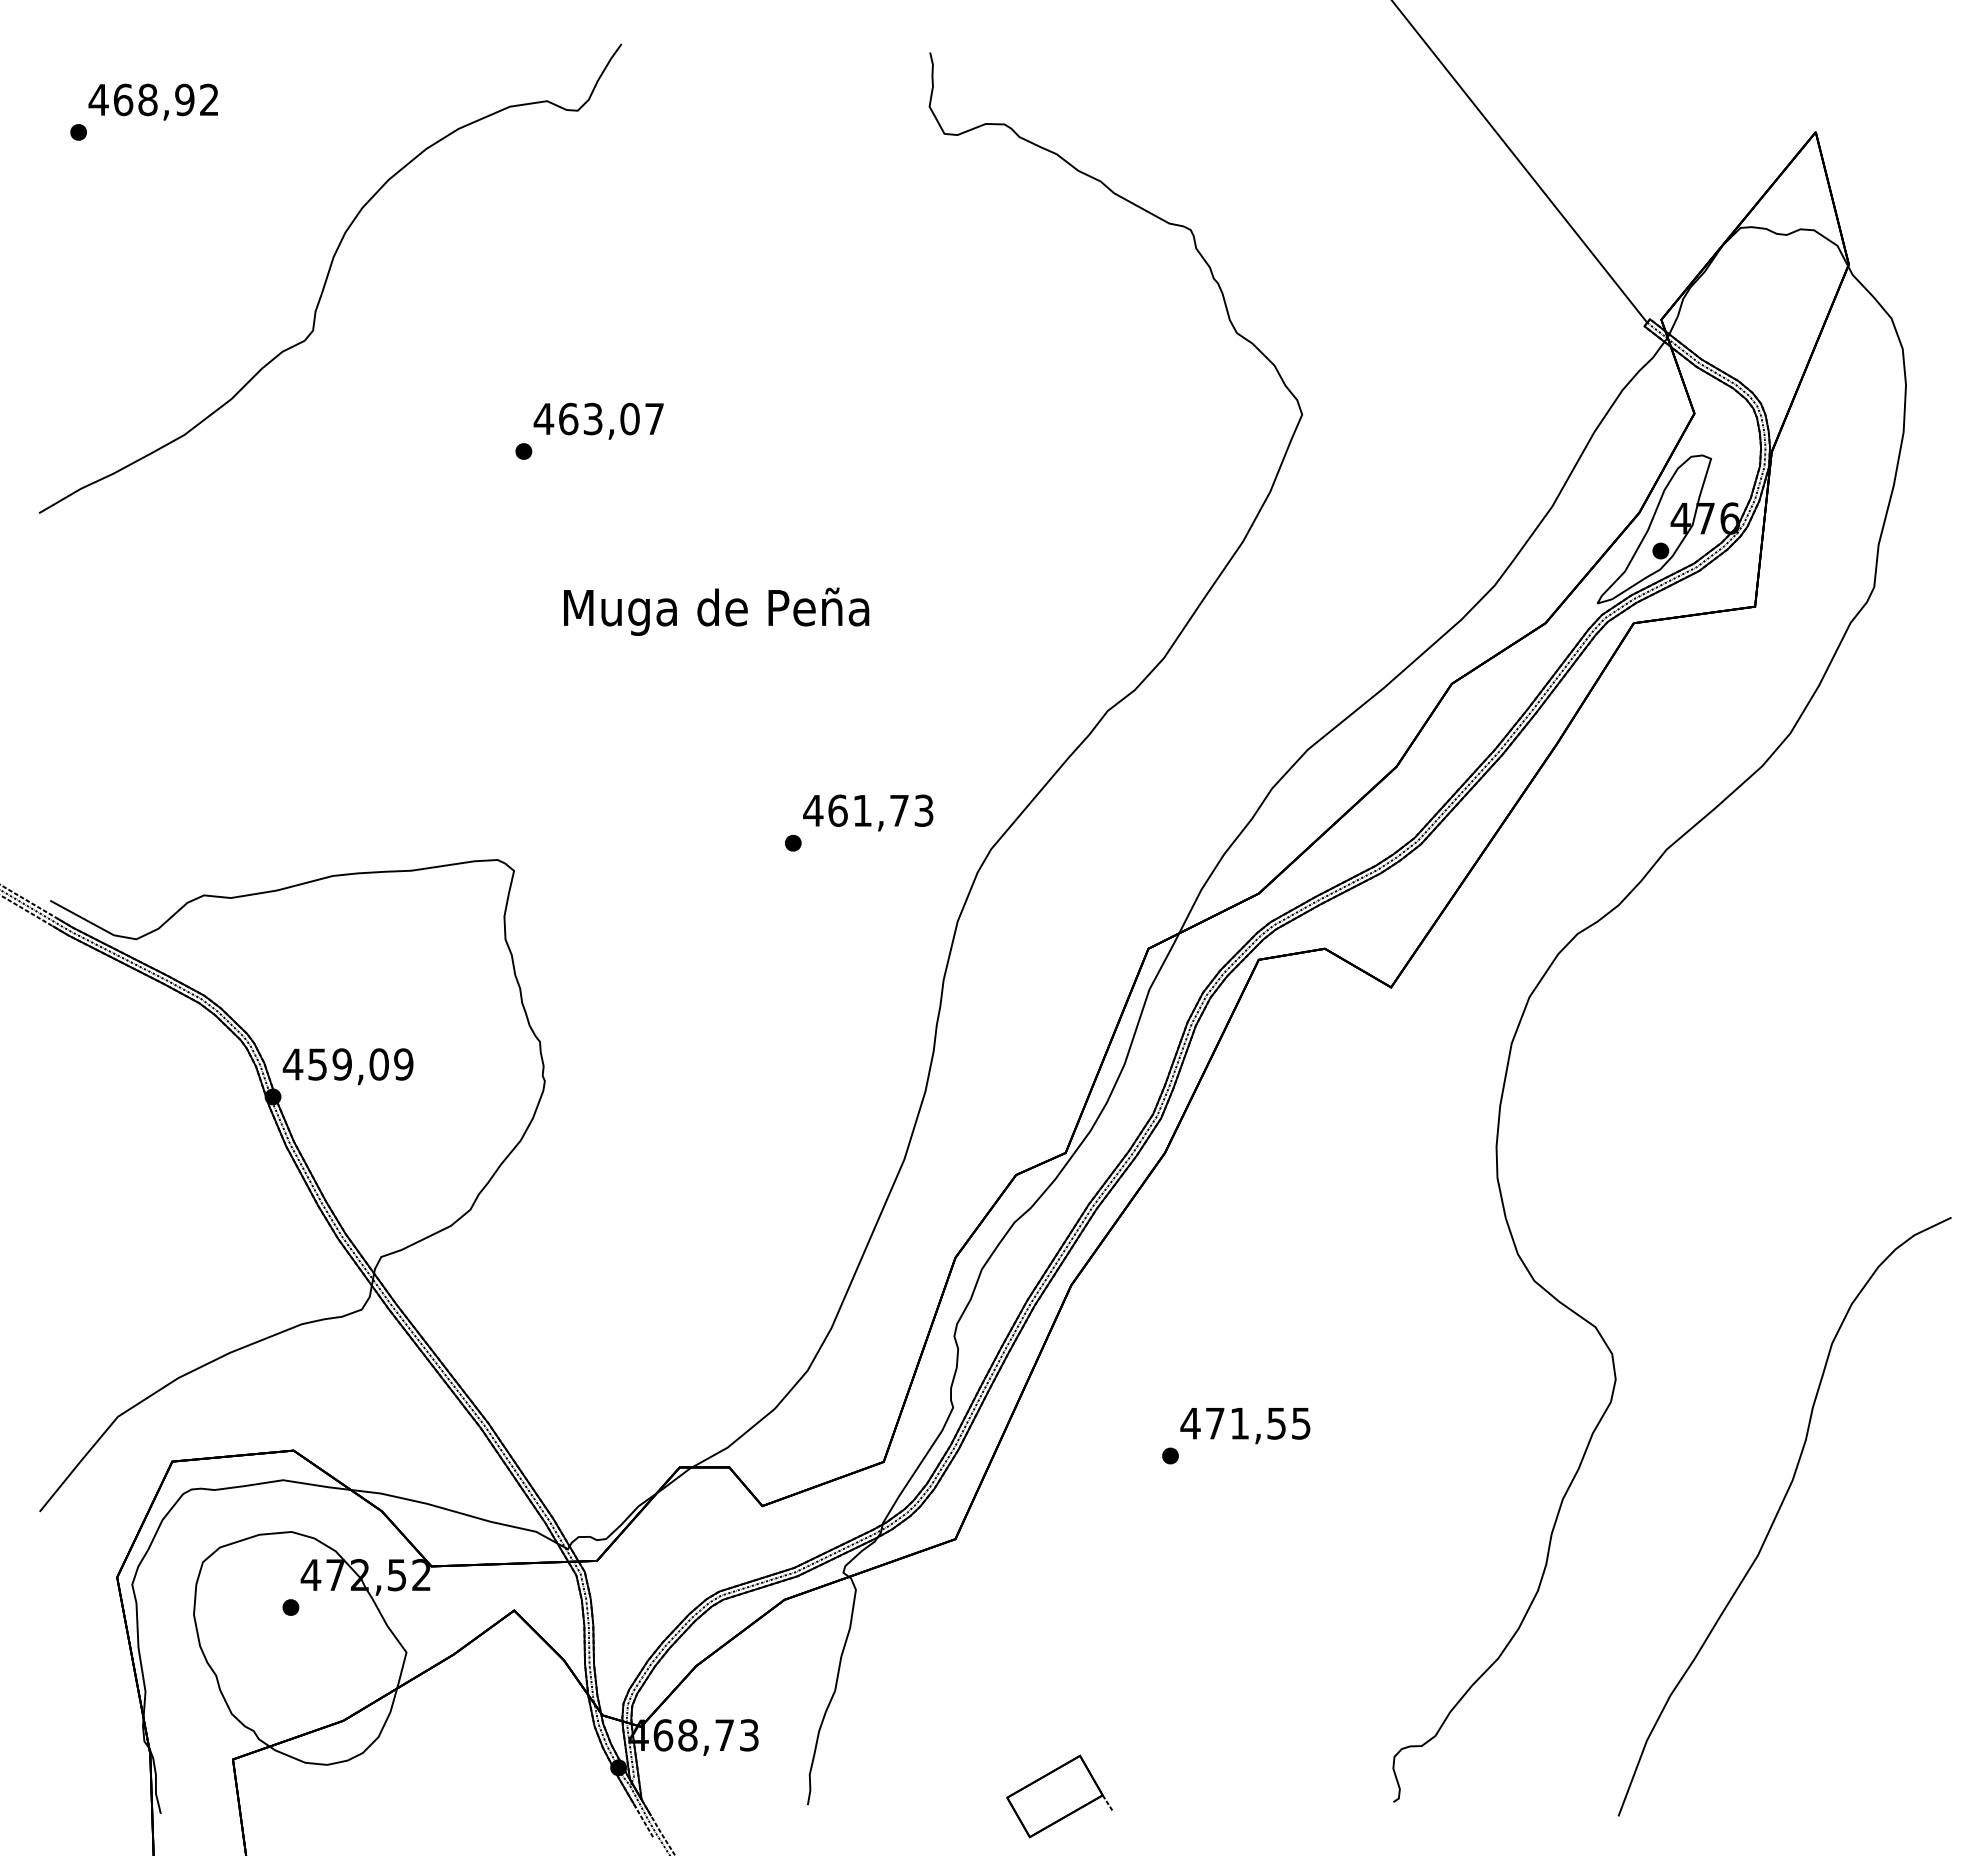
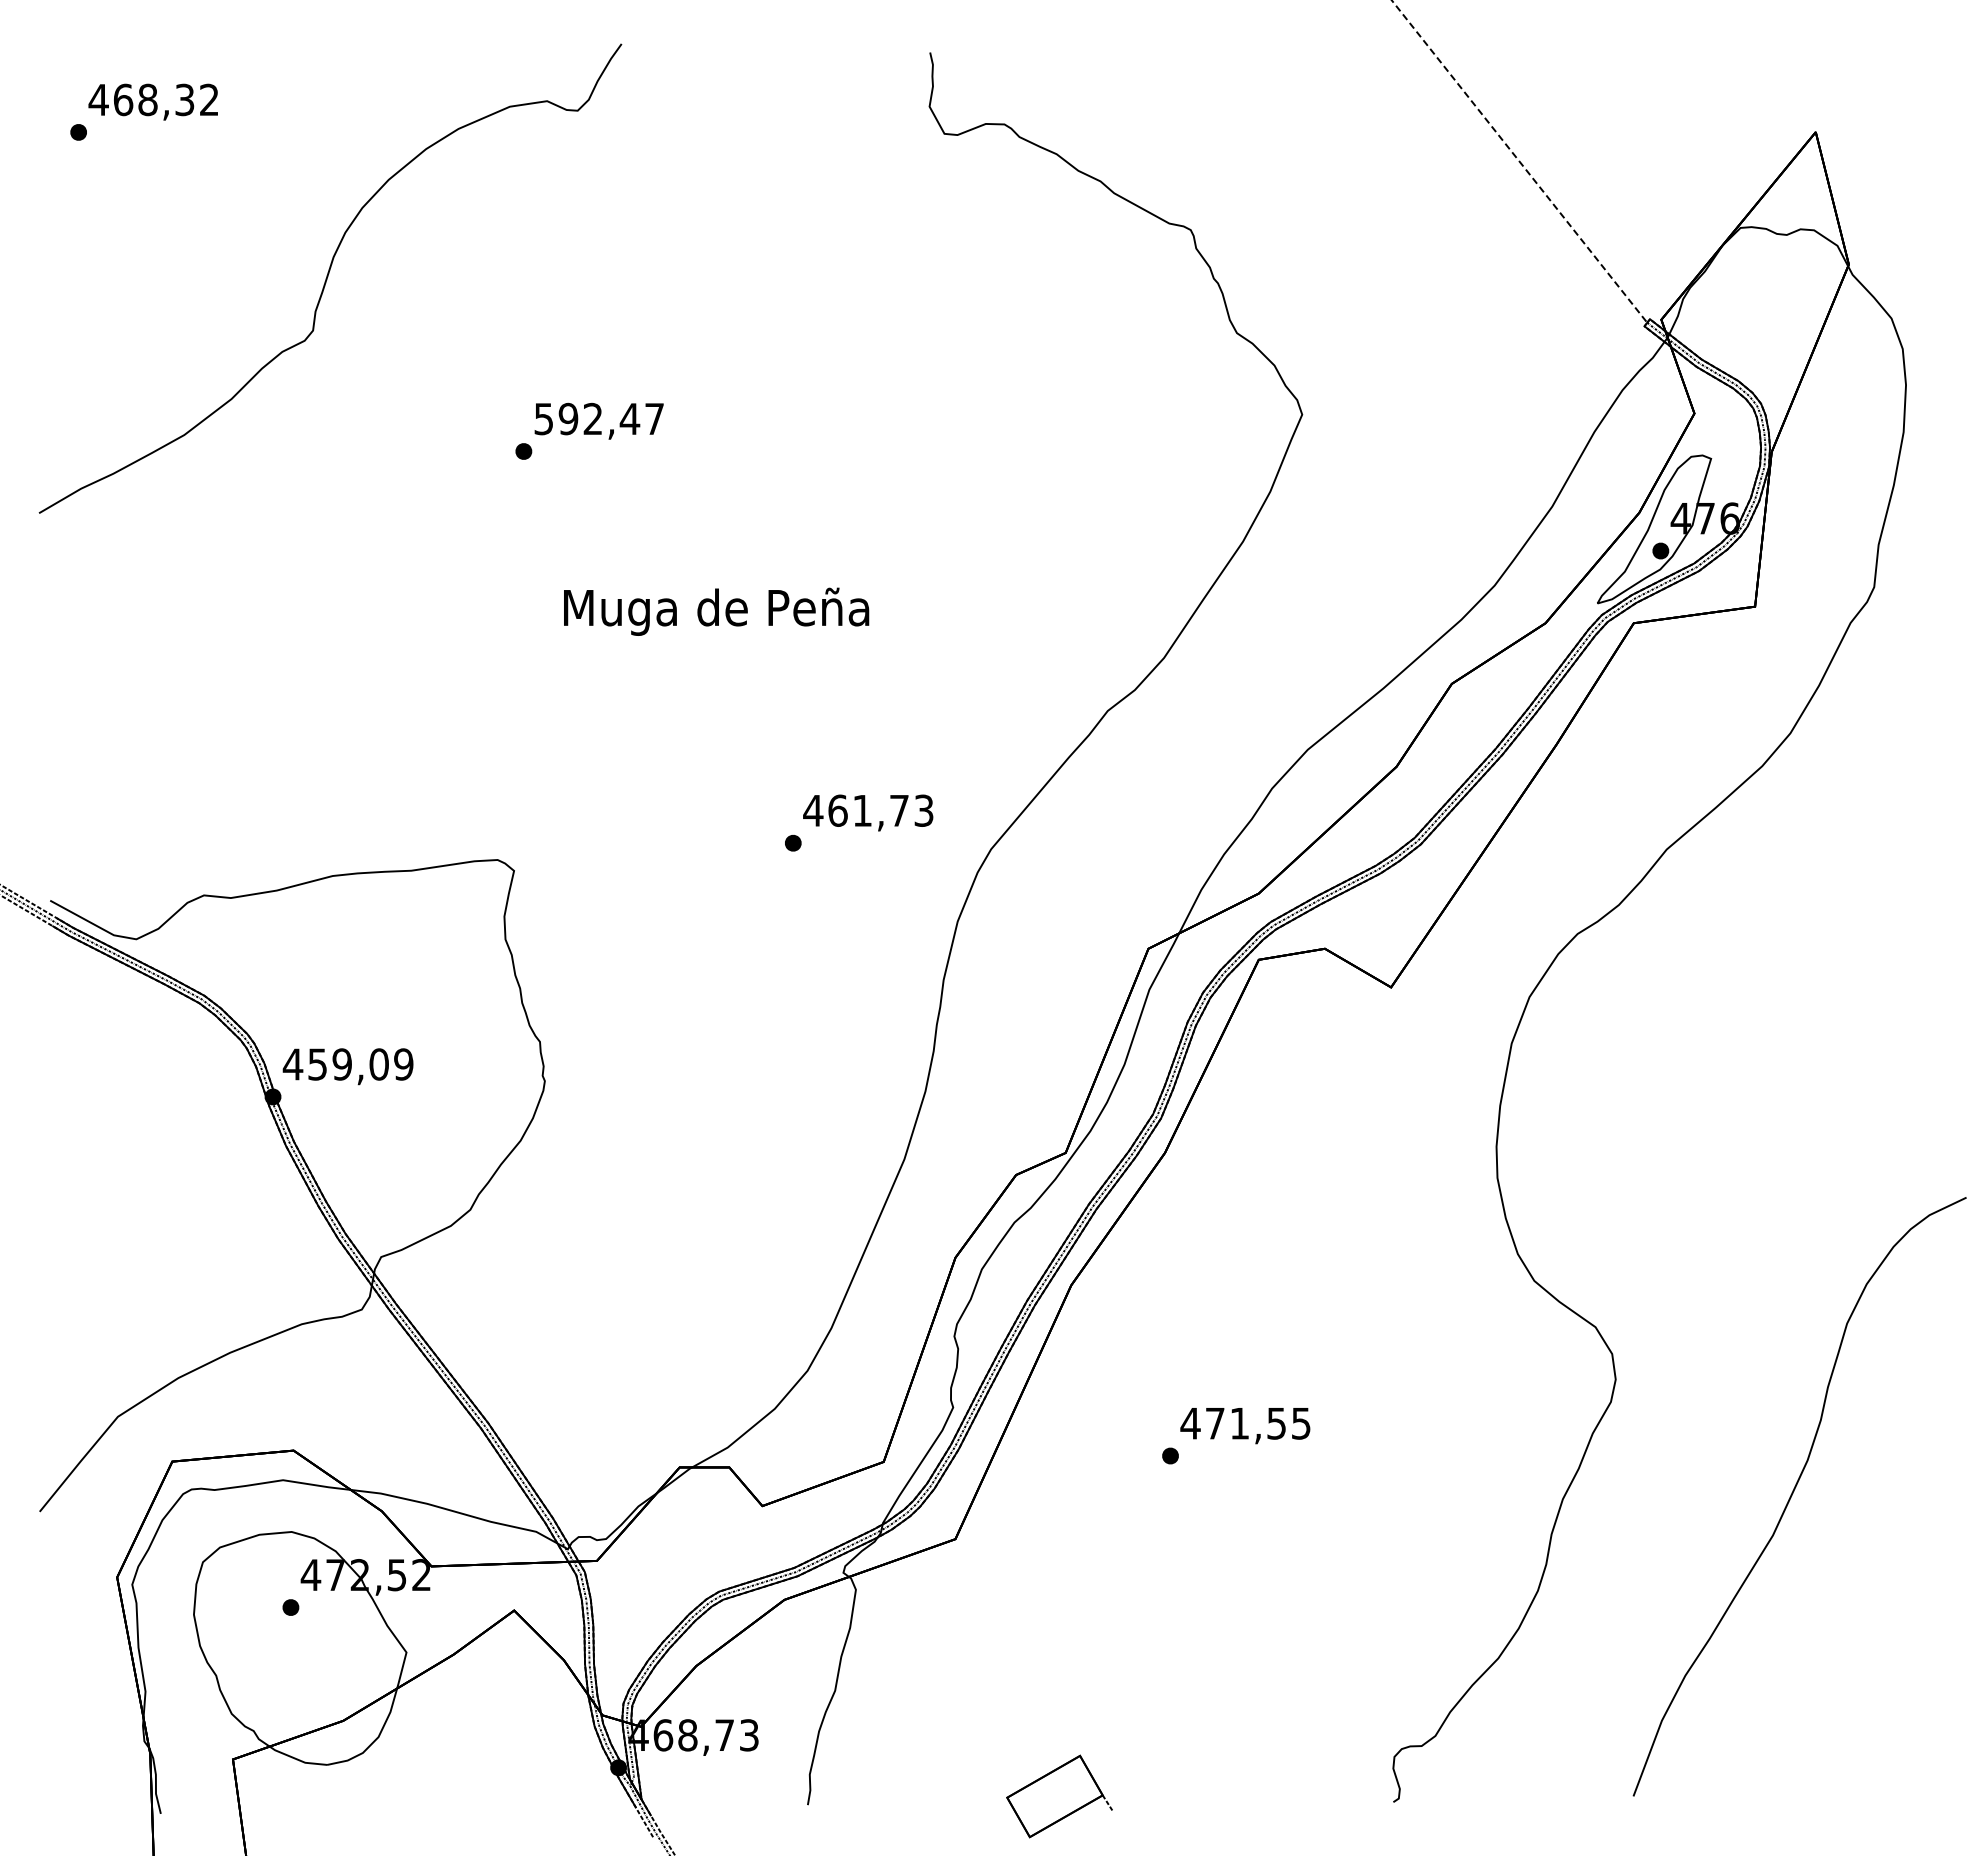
text at (184, 99): 468,92 -> 468,32
line at (1520, 162): solid -> dashed
text at (586, 418): 463,07 -> 592,47
curve at (1778, 1513) position: (1778, 1513) -> (1793, 1493)
